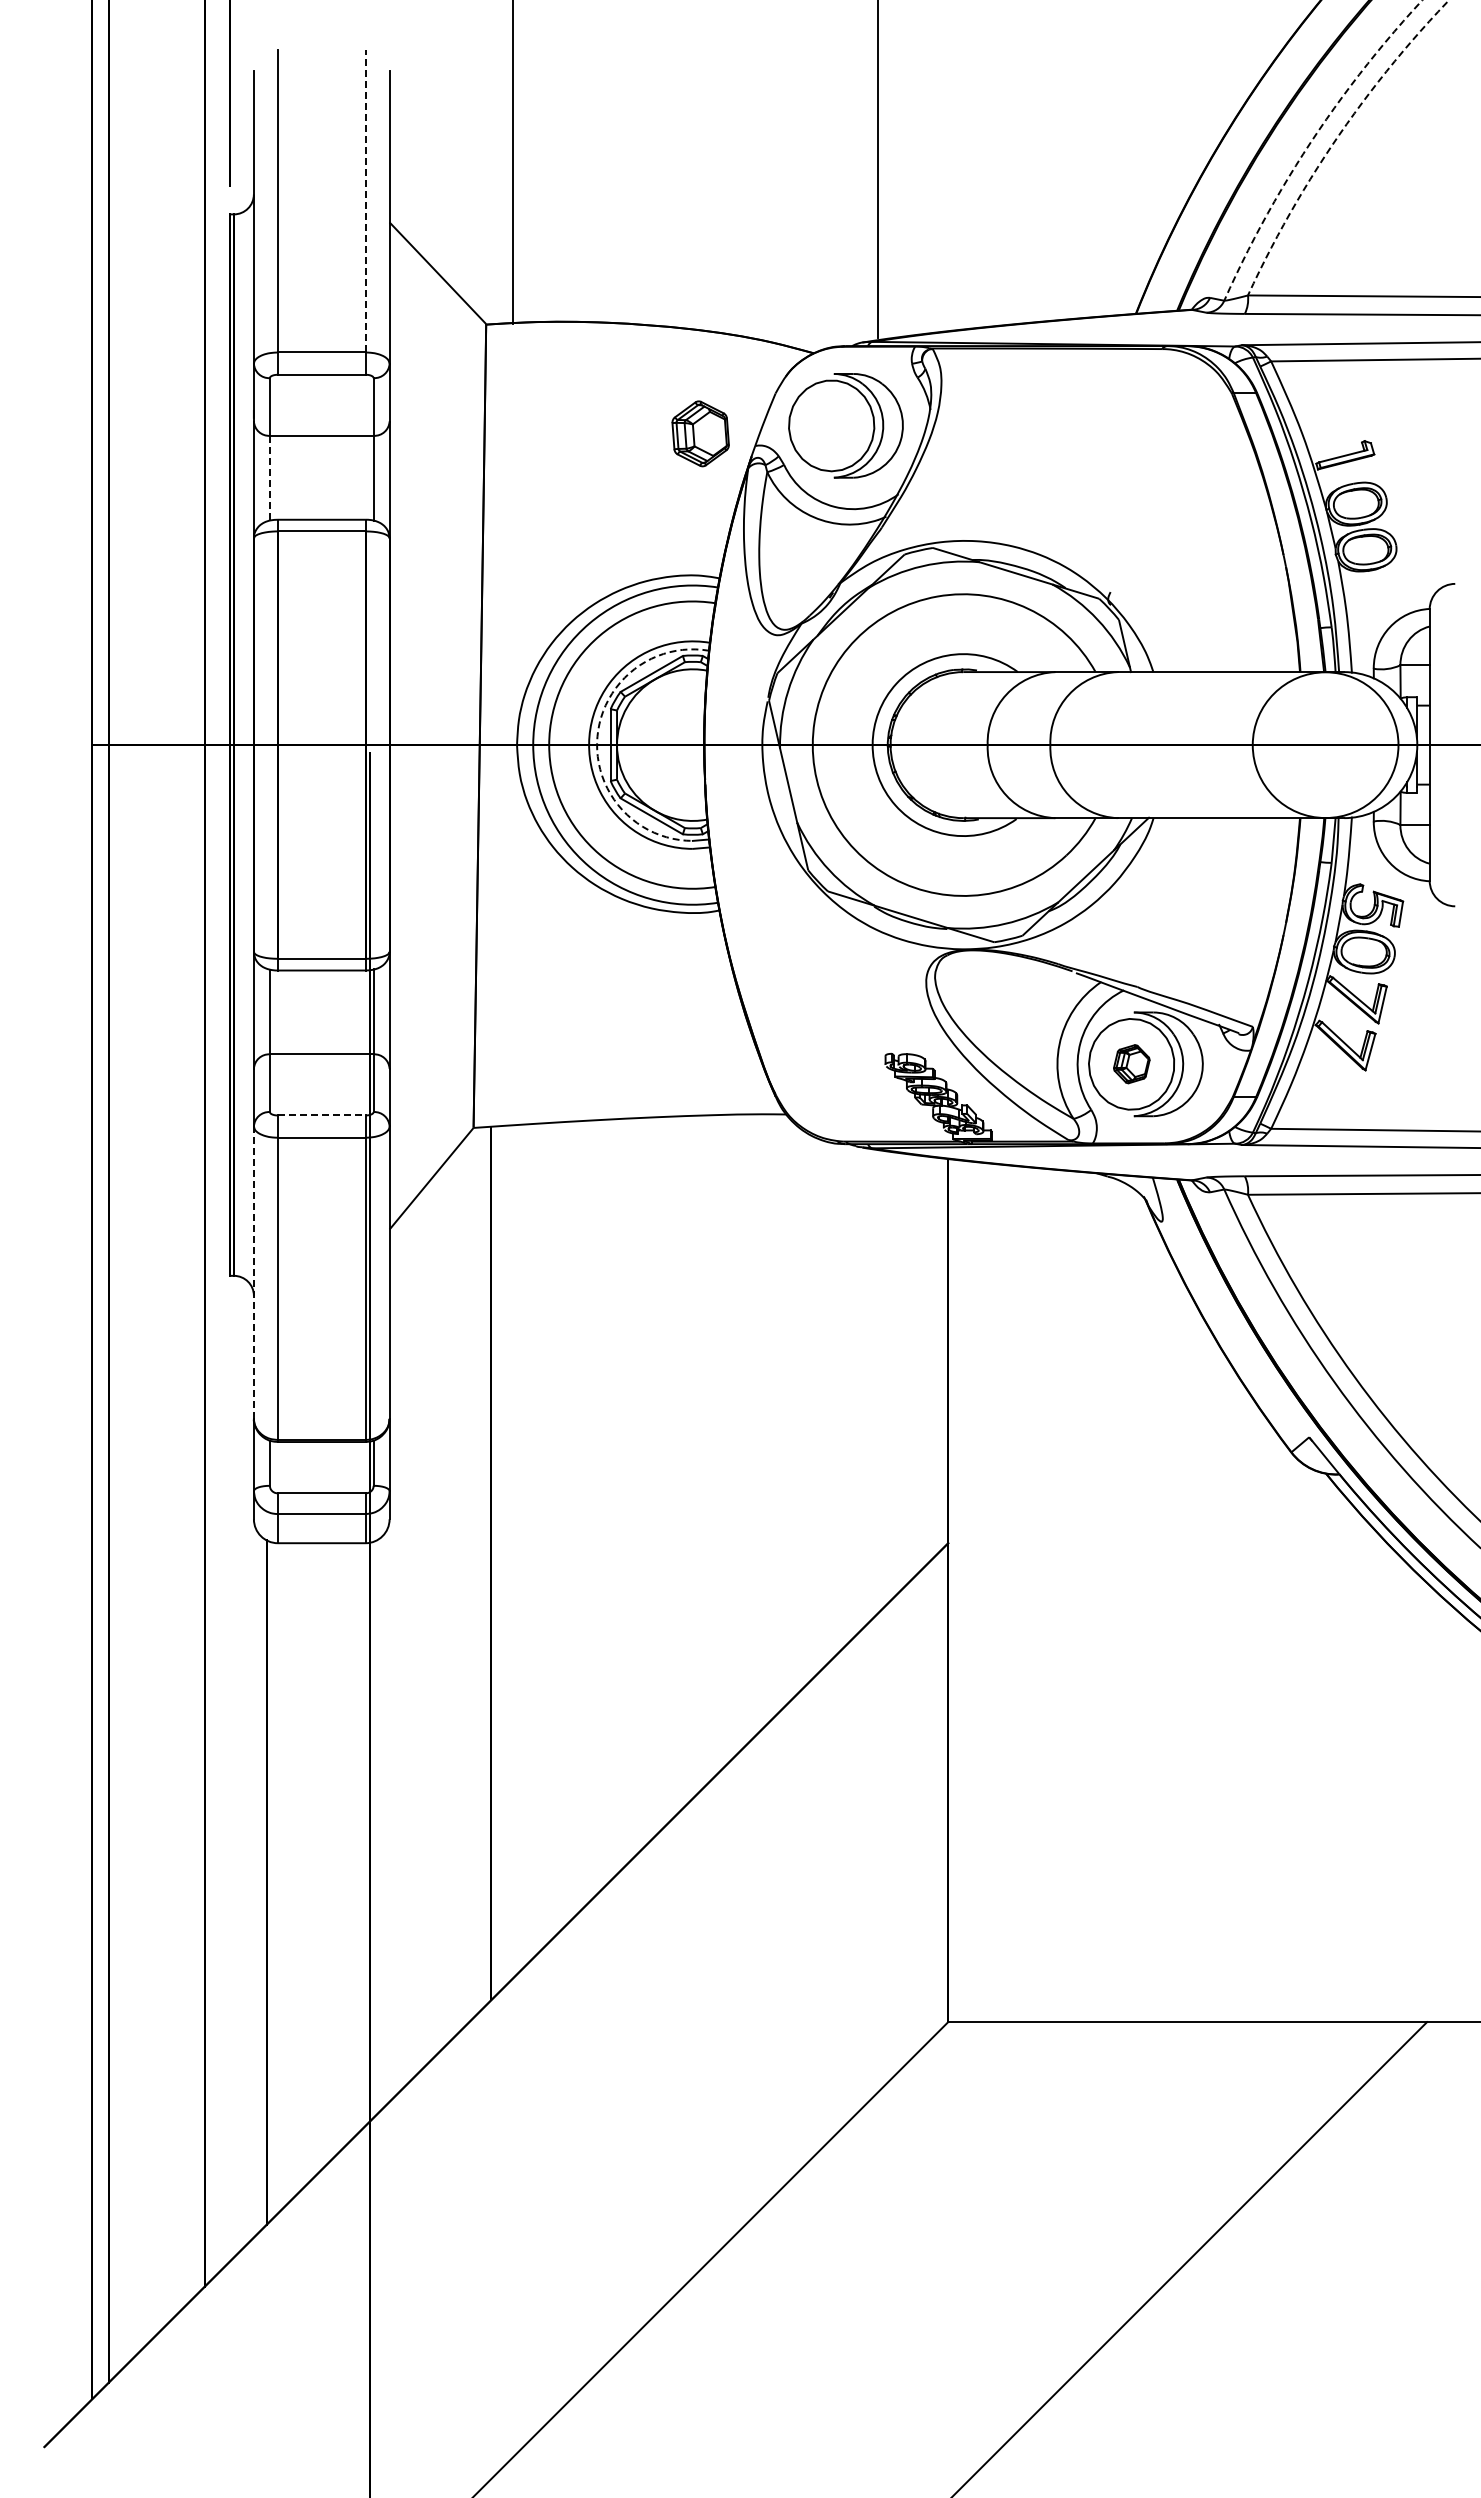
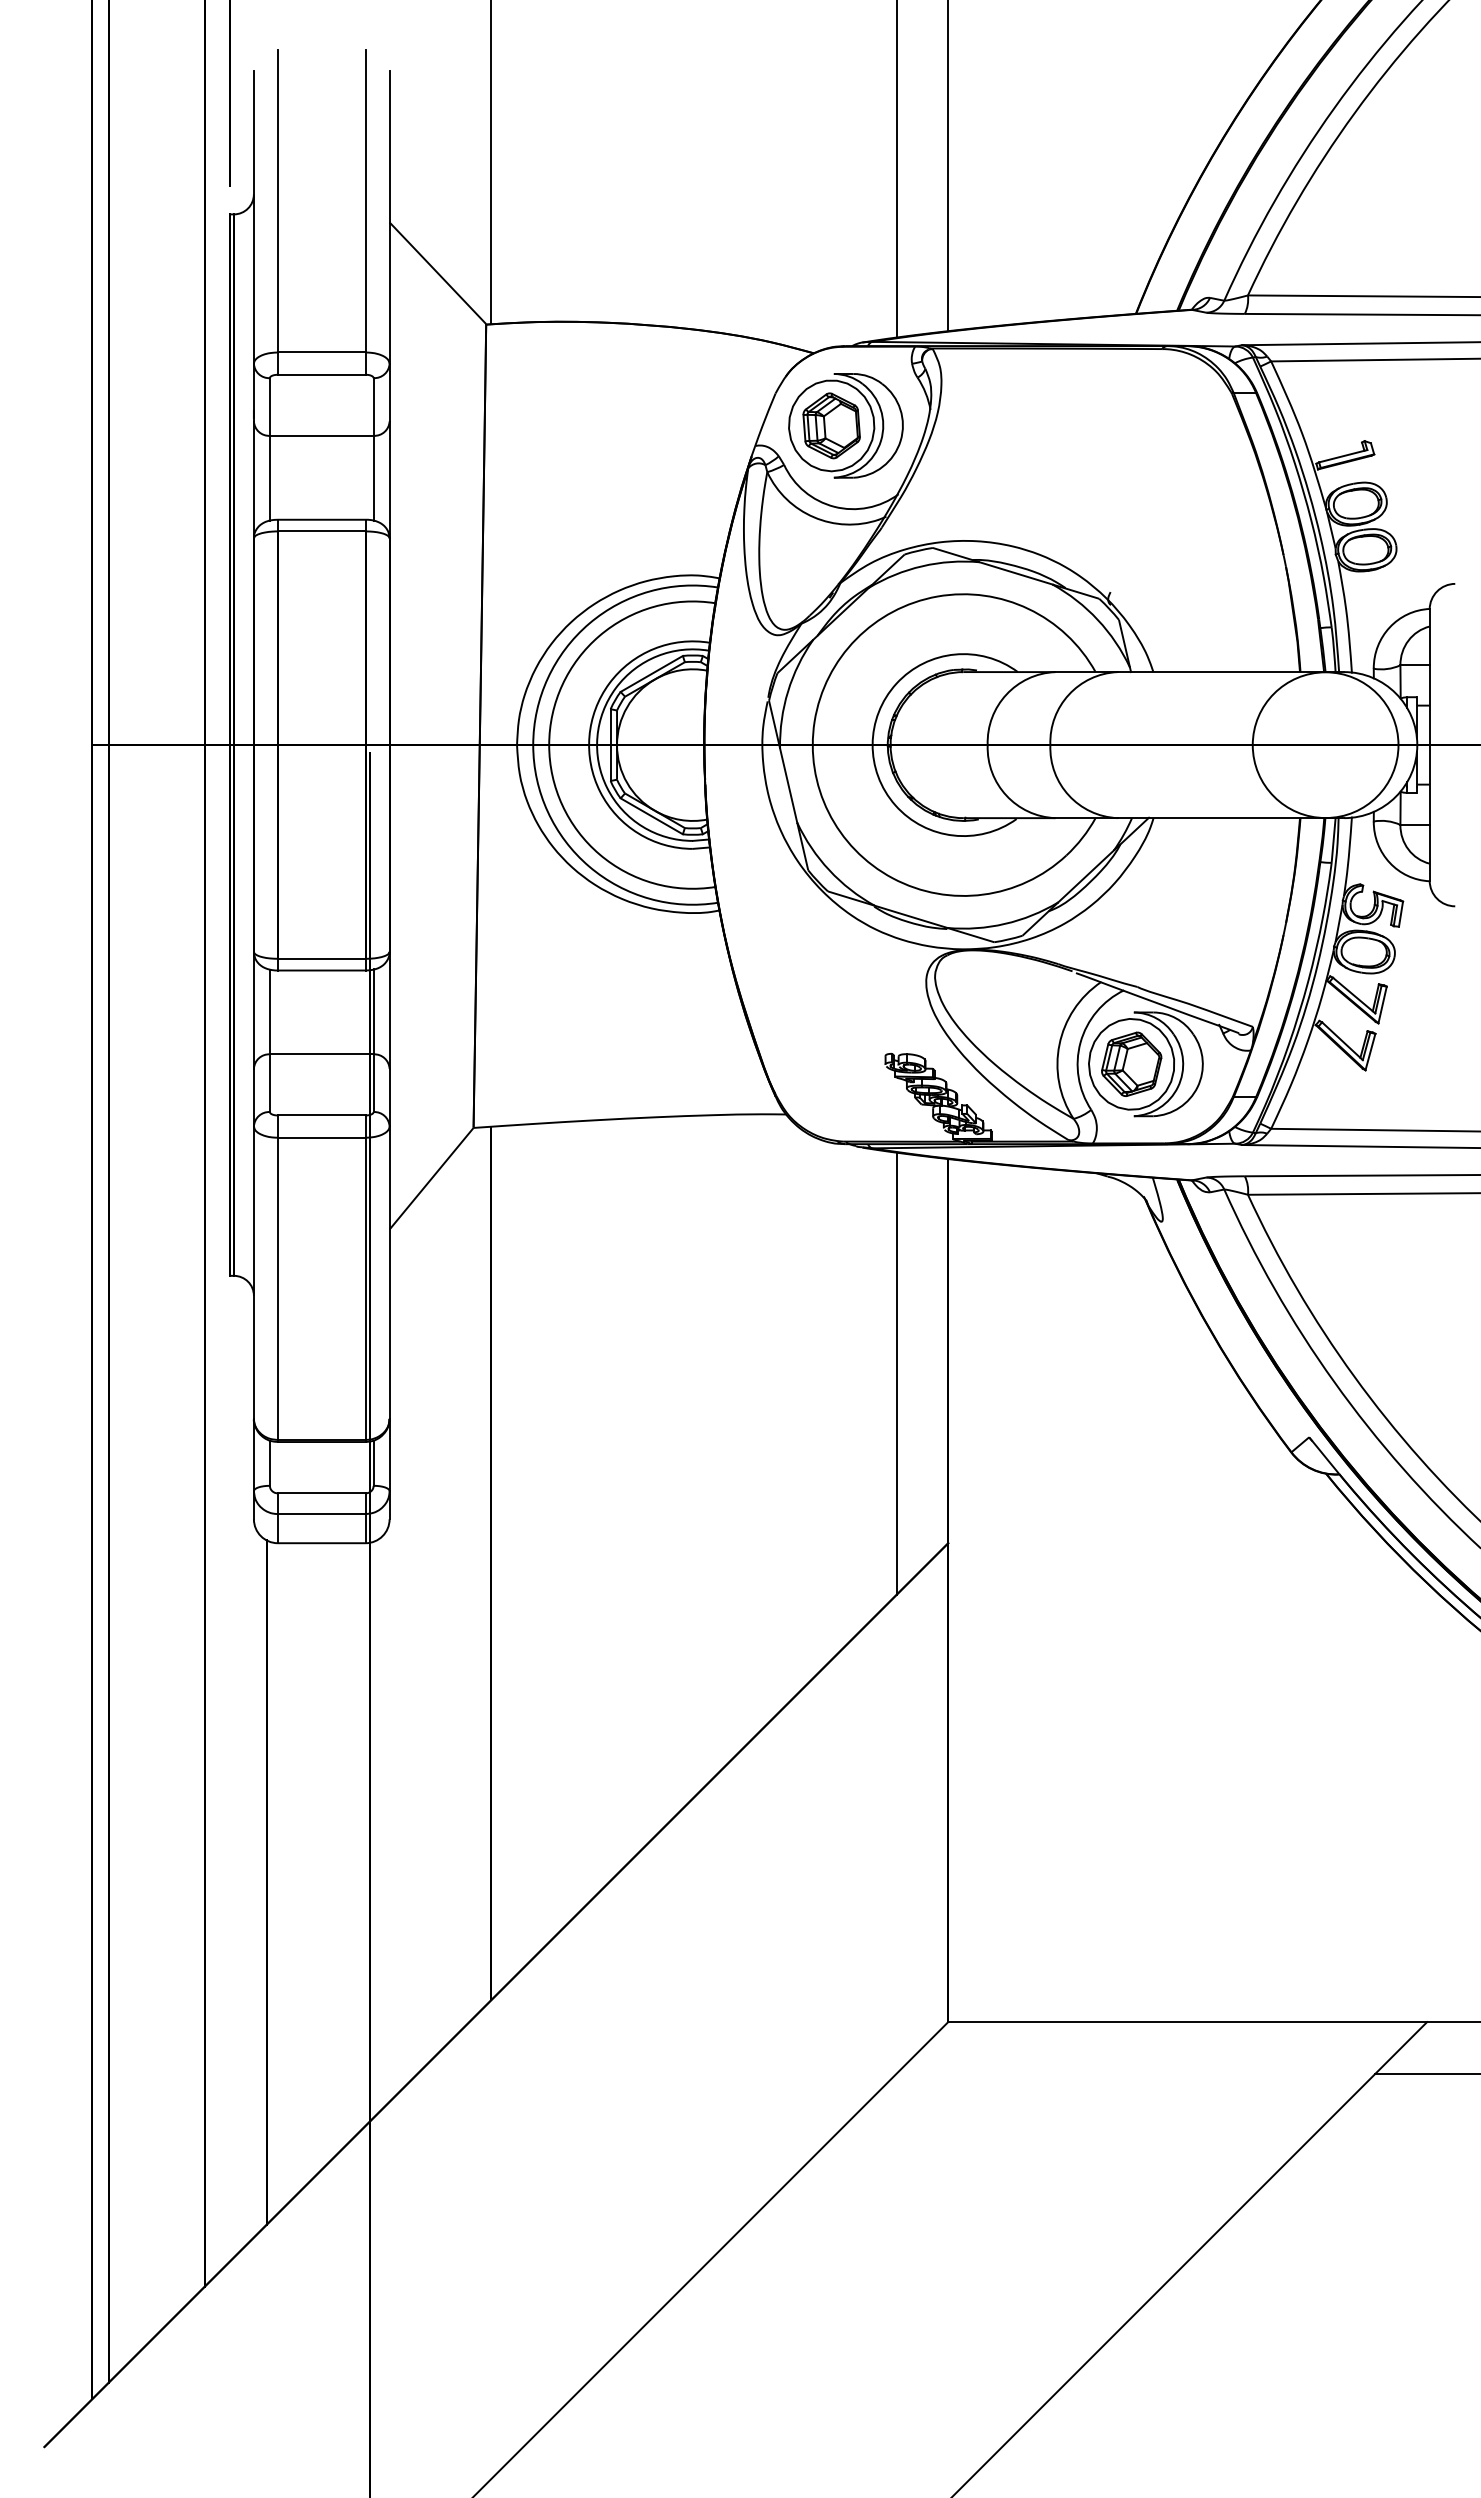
arc at (1336, 139): dashed -> solid
arc at (1310, 142): dashed -> solid
line at (513, 163) position: (513, 163) -> (491, 163)
line at (948, 166): none -> present
line at (877, 169) position: (877, 169) -> (896, 169)
line at (365, 200): dashed -> solid
part at (700, 433) position: (700, 433) -> (831, 425)
line at (269, 478): dashed -> solid
arc at (597, 736): dashed -> solid
part at (1131, 1064) size: 38x41 px -> 62x66 px
line at (321, 1115): dashed -> solid
line at (253, 1272): dashed -> solid
line at (896, 1373): none -> present
line at (1426, 2073): none -> present
